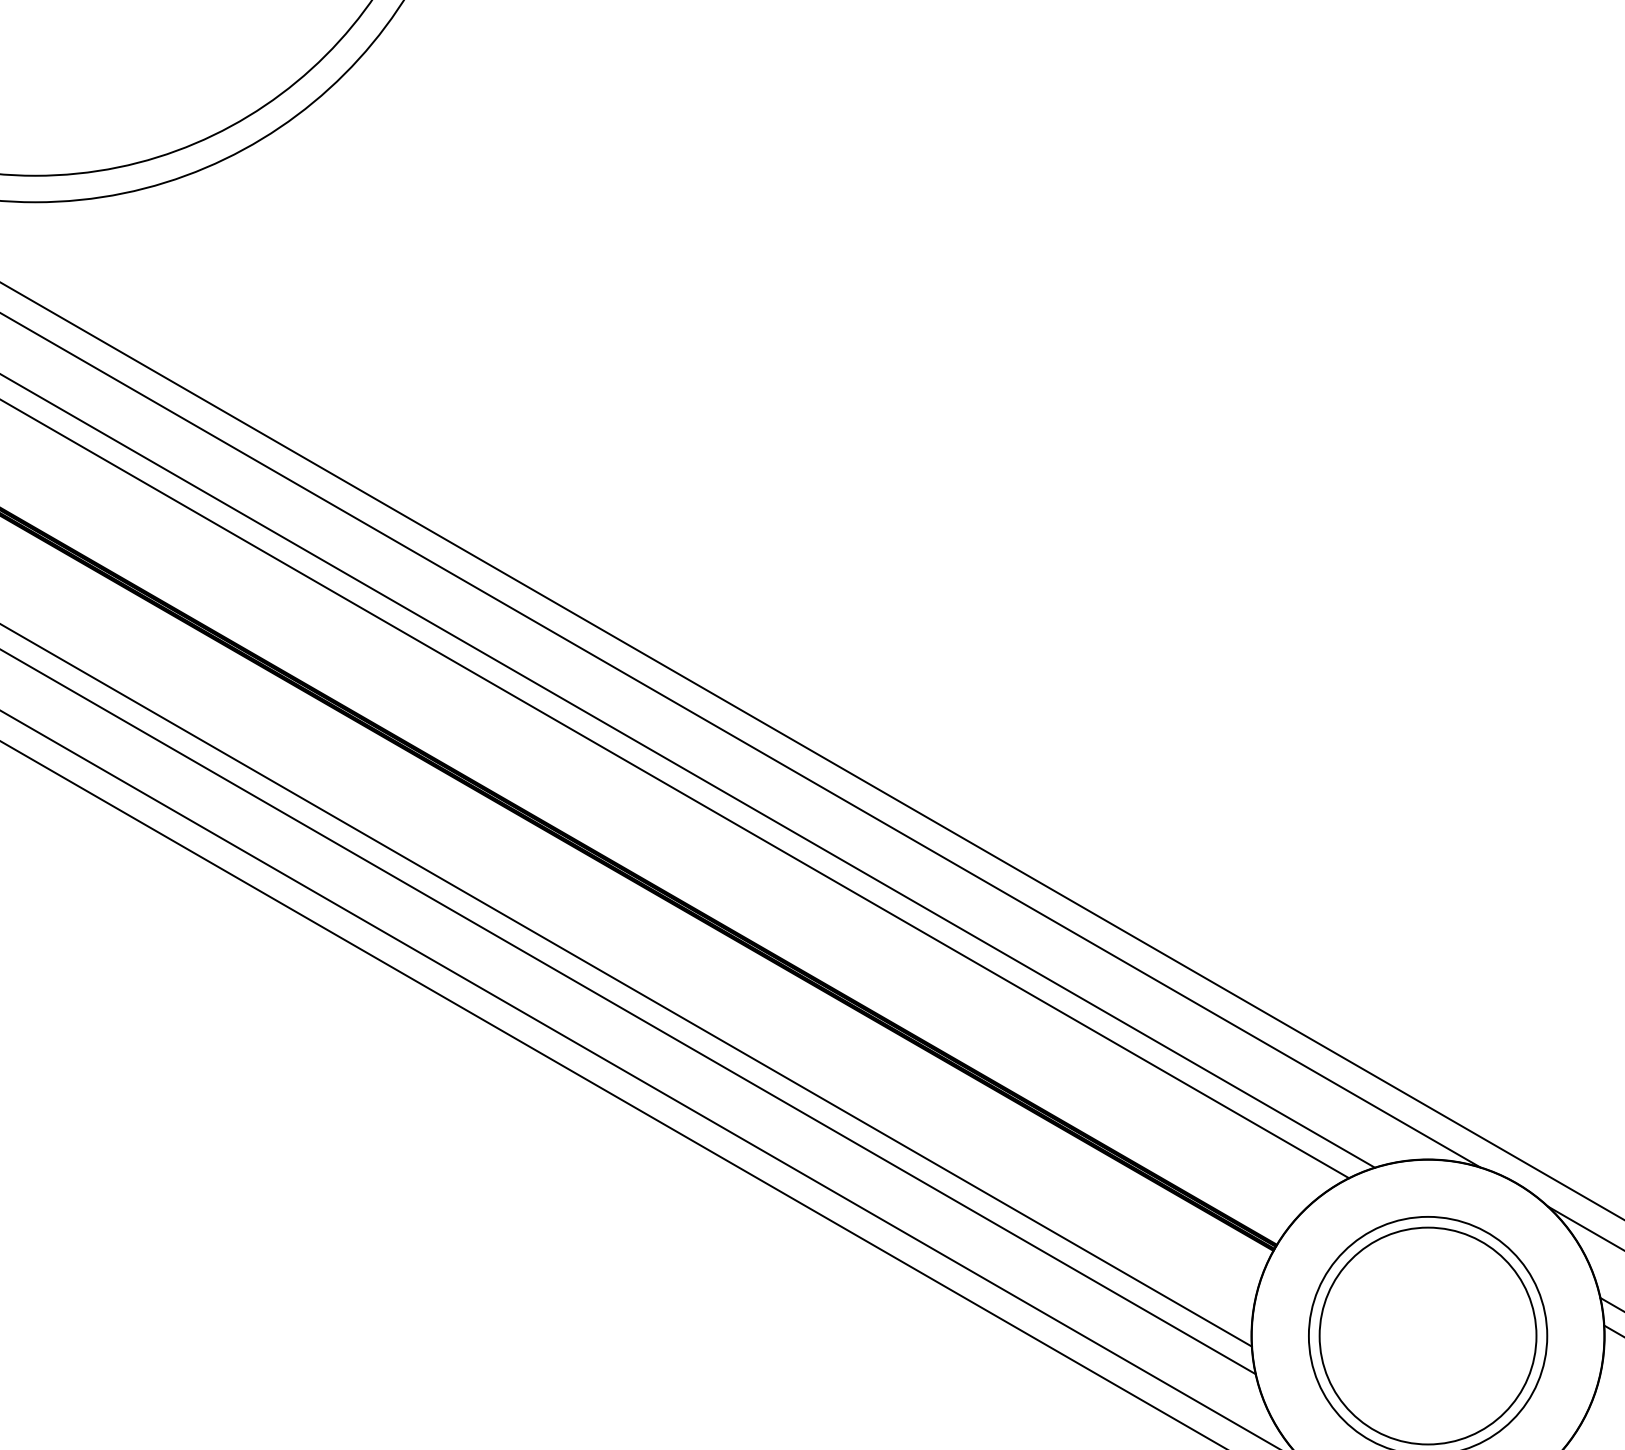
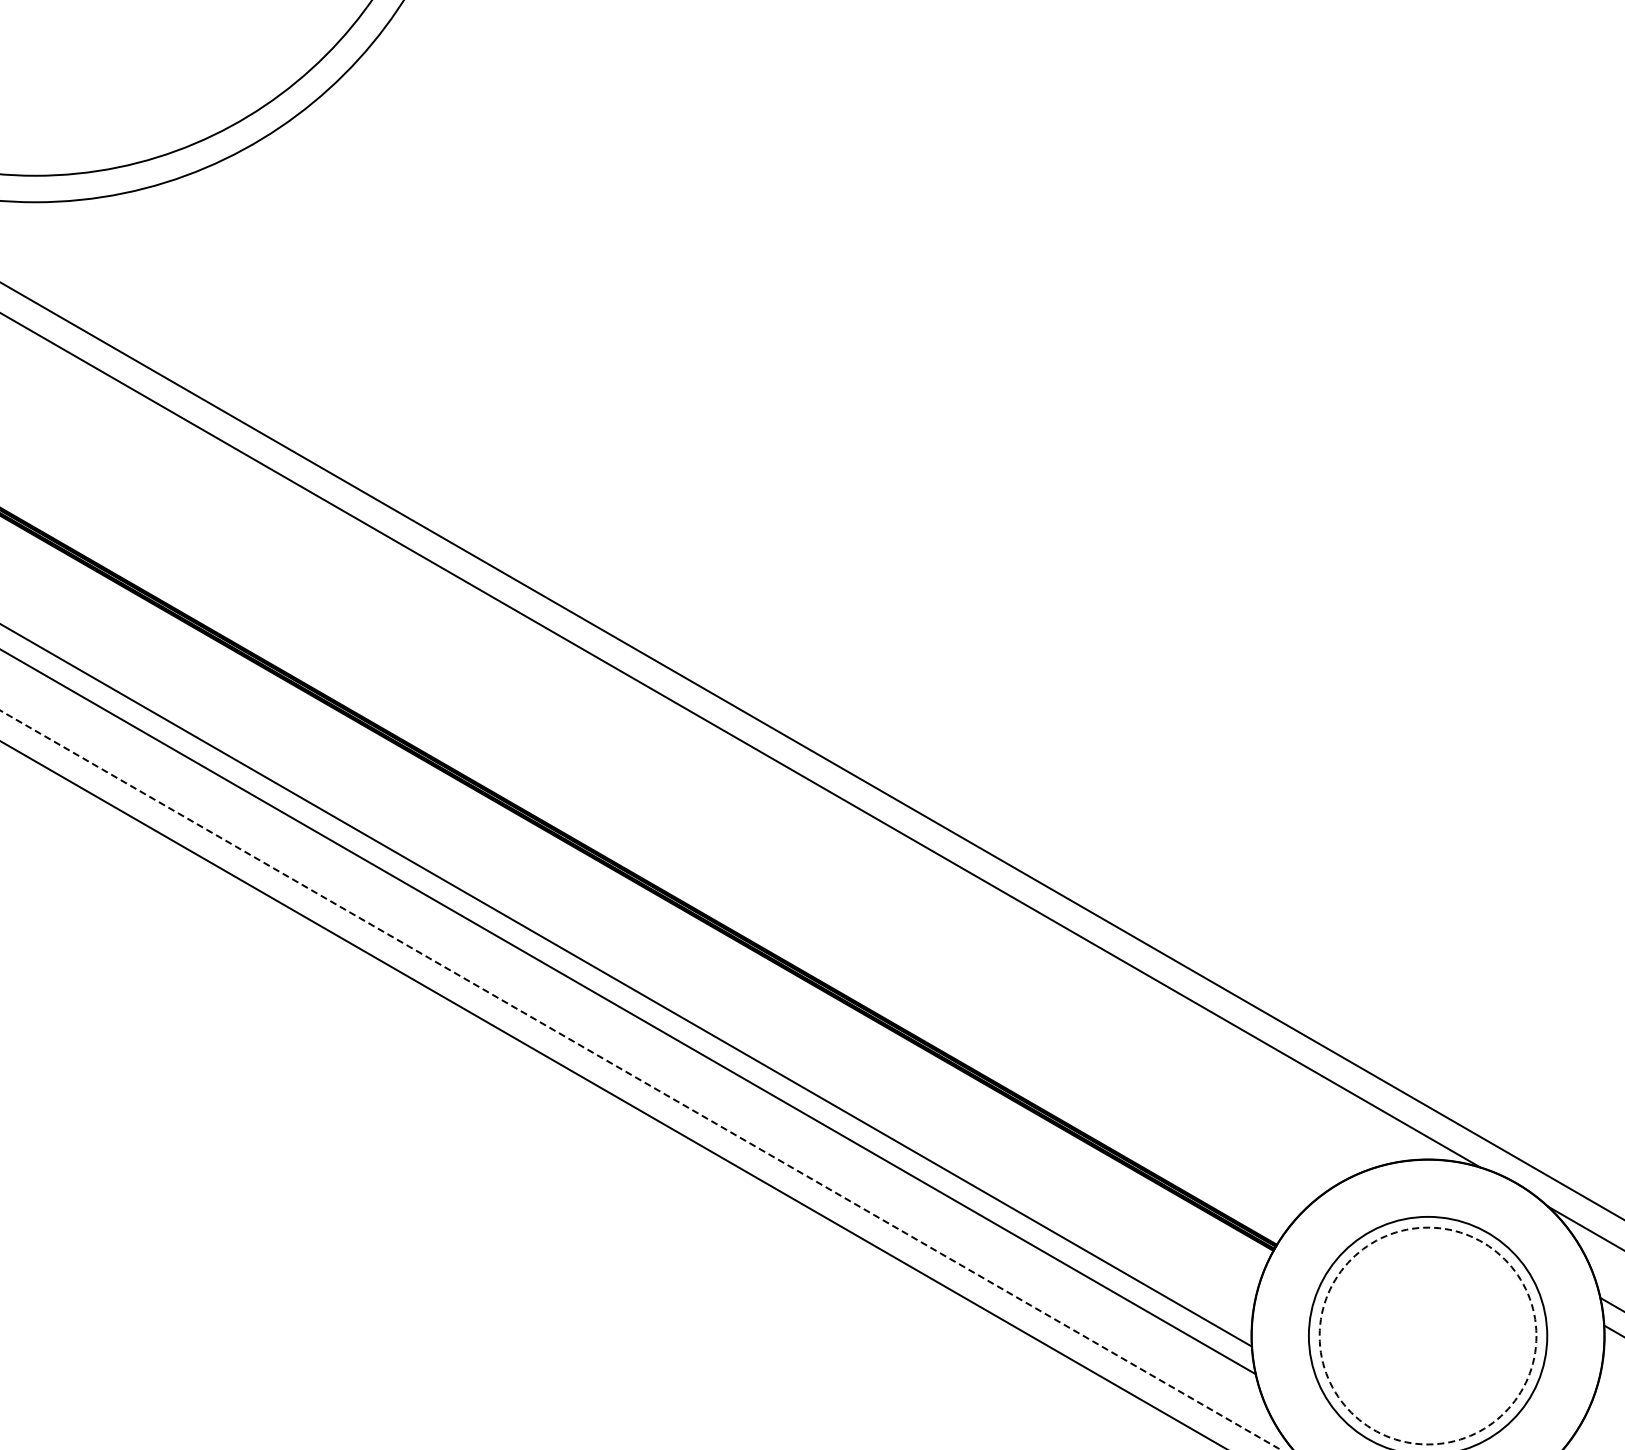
line at (688, 771): present -> none
line at (675, 789): present -> none
line at (640, 1080): solid -> dashed
circle at (1427, 1335): solid -> dashed
